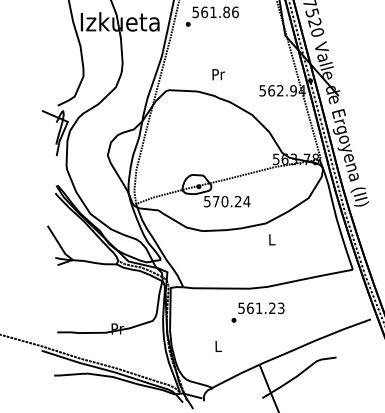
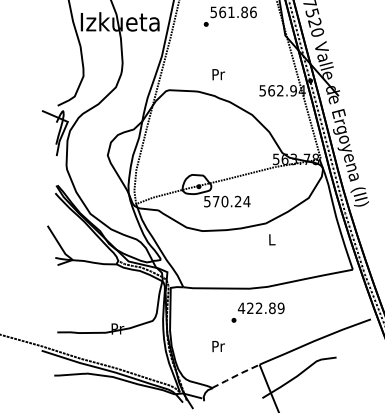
text at (211, 16) position: (211, 16) -> (229, 16)
text at (260, 308): 561.23 -> 422.89
text at (218, 346): L -> Pr
line at (235, 375): solid -> dashed
